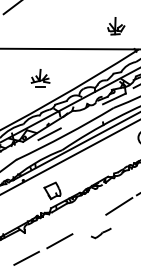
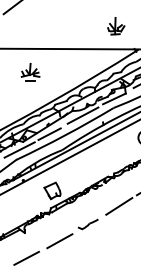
part at (40, 78) position: (40, 78) -> (30, 72)
line at (82, 115): none -> present
line at (19, 149): none -> present
part at (101, 233) position: (101, 233) -> (88, 224)
